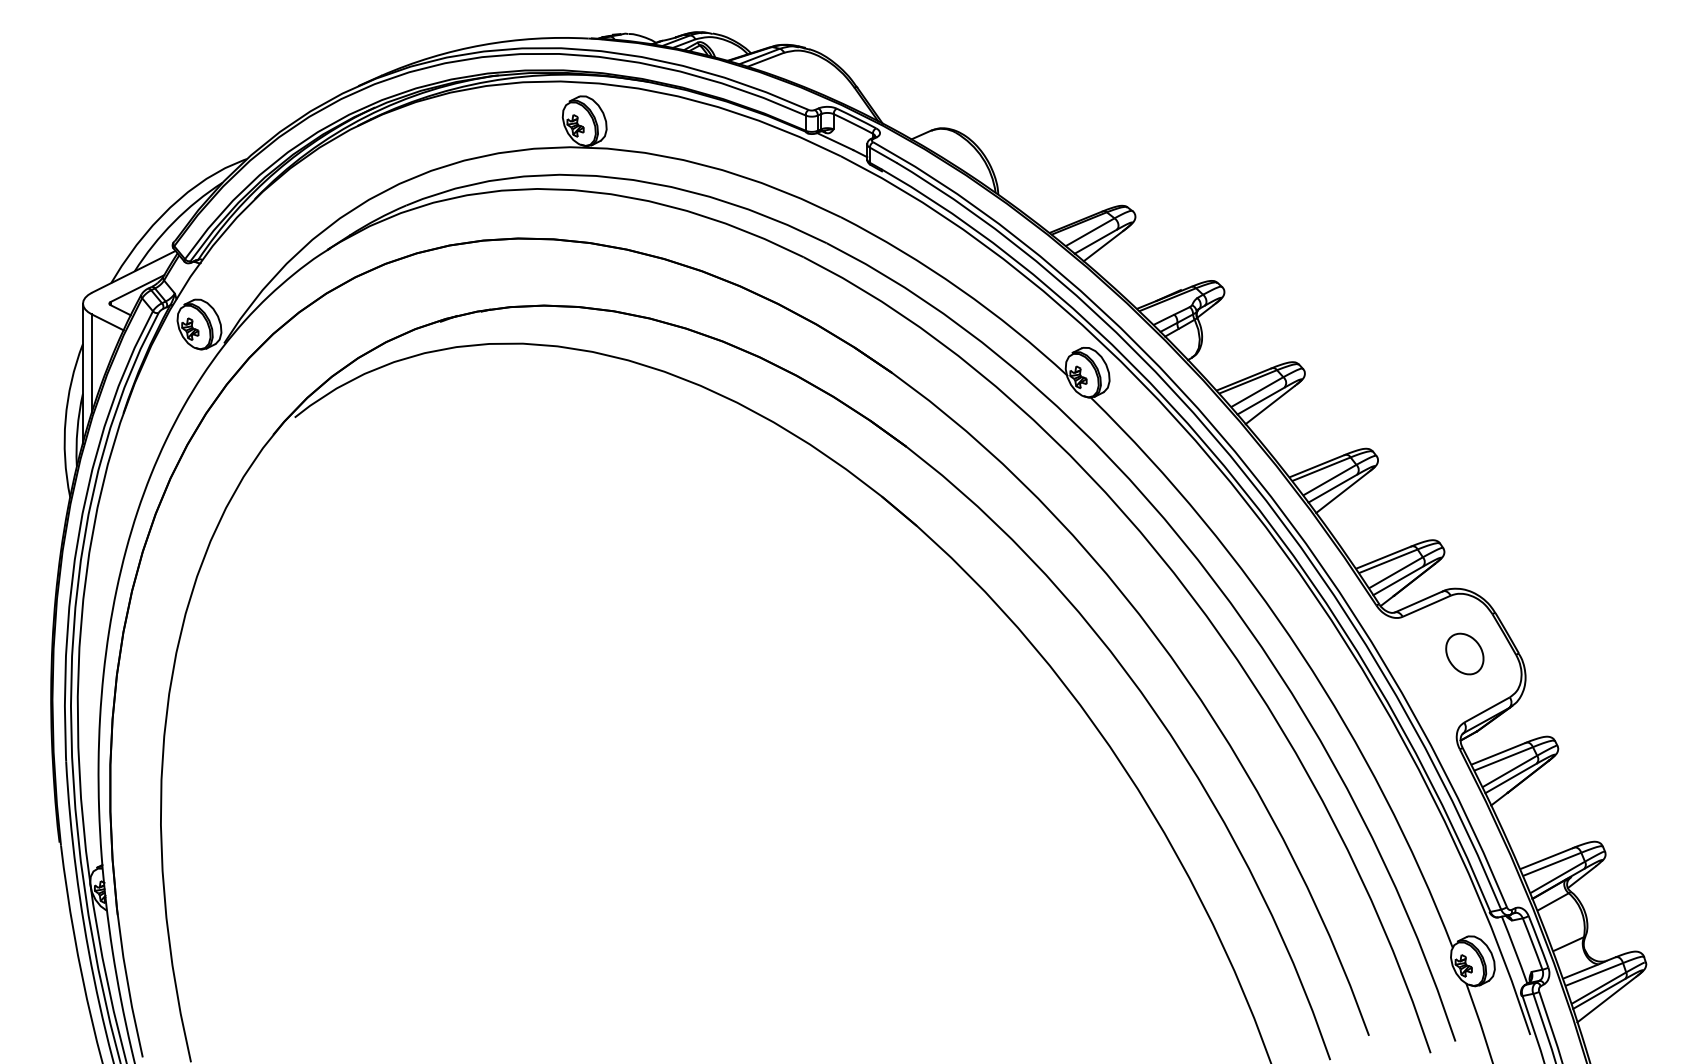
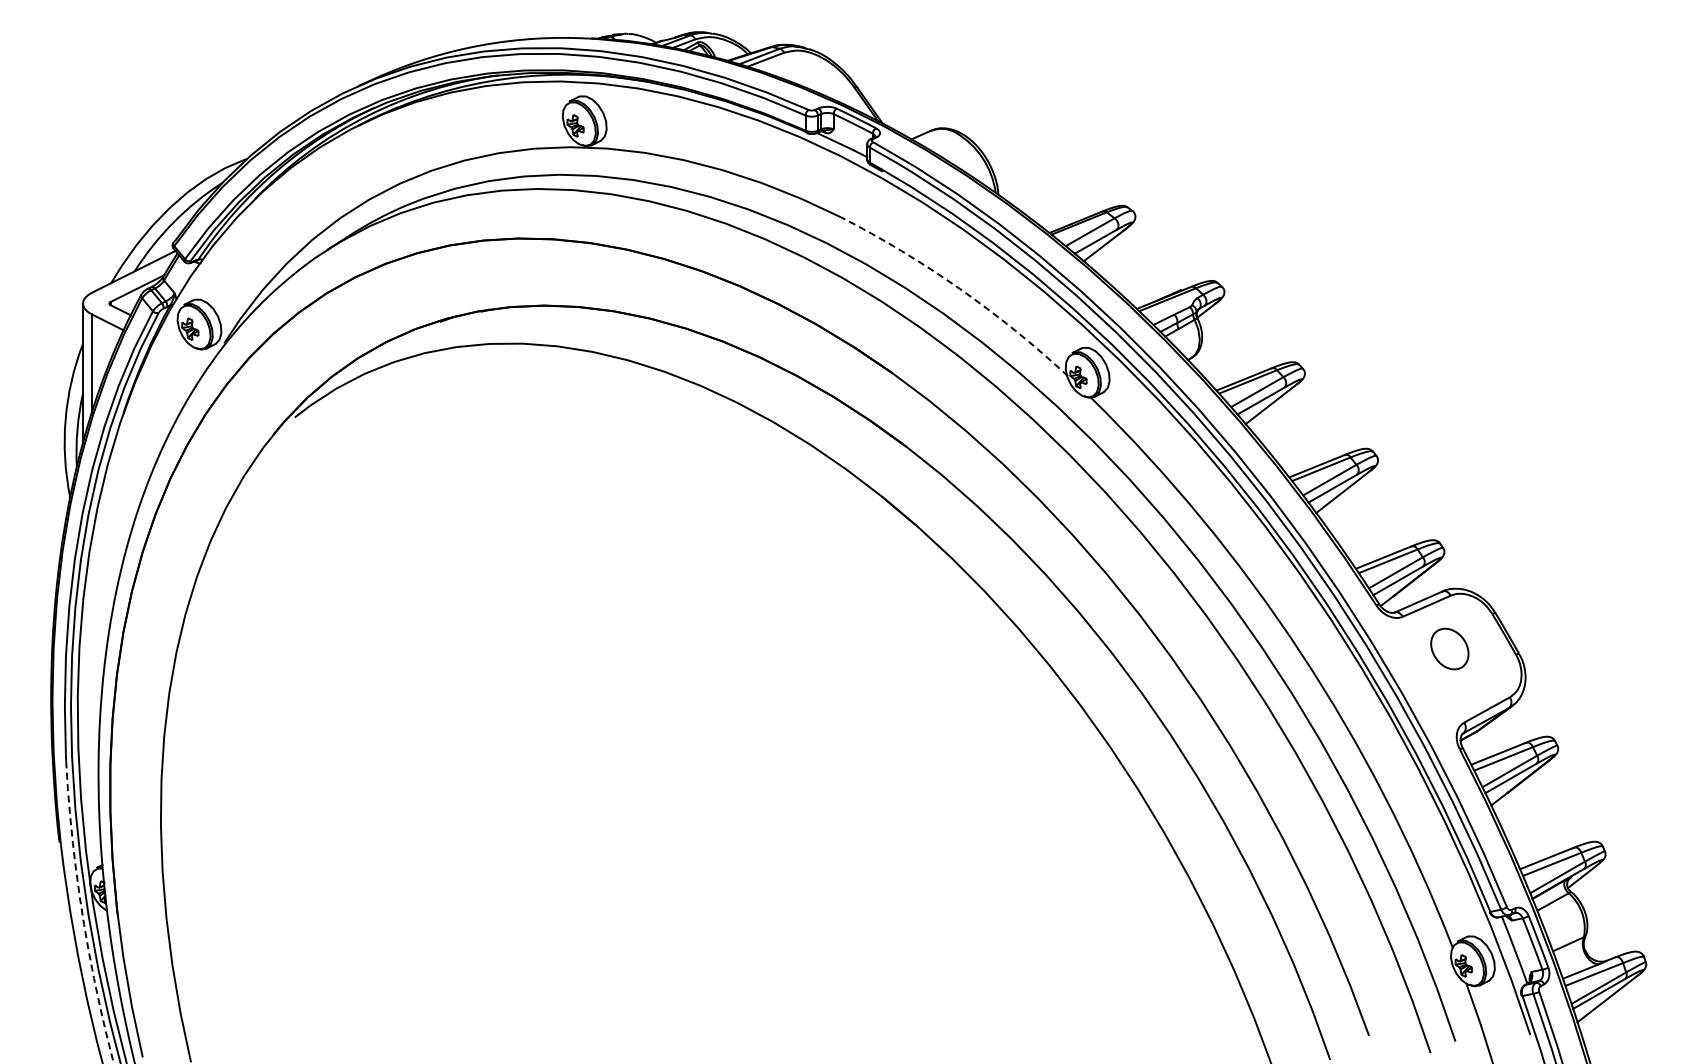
arc at (959, 288): solid -> dashed
part at (1464, 653) position: (1464, 653) -> (1449, 648)
arc at (82, 914): solid -> dashed
